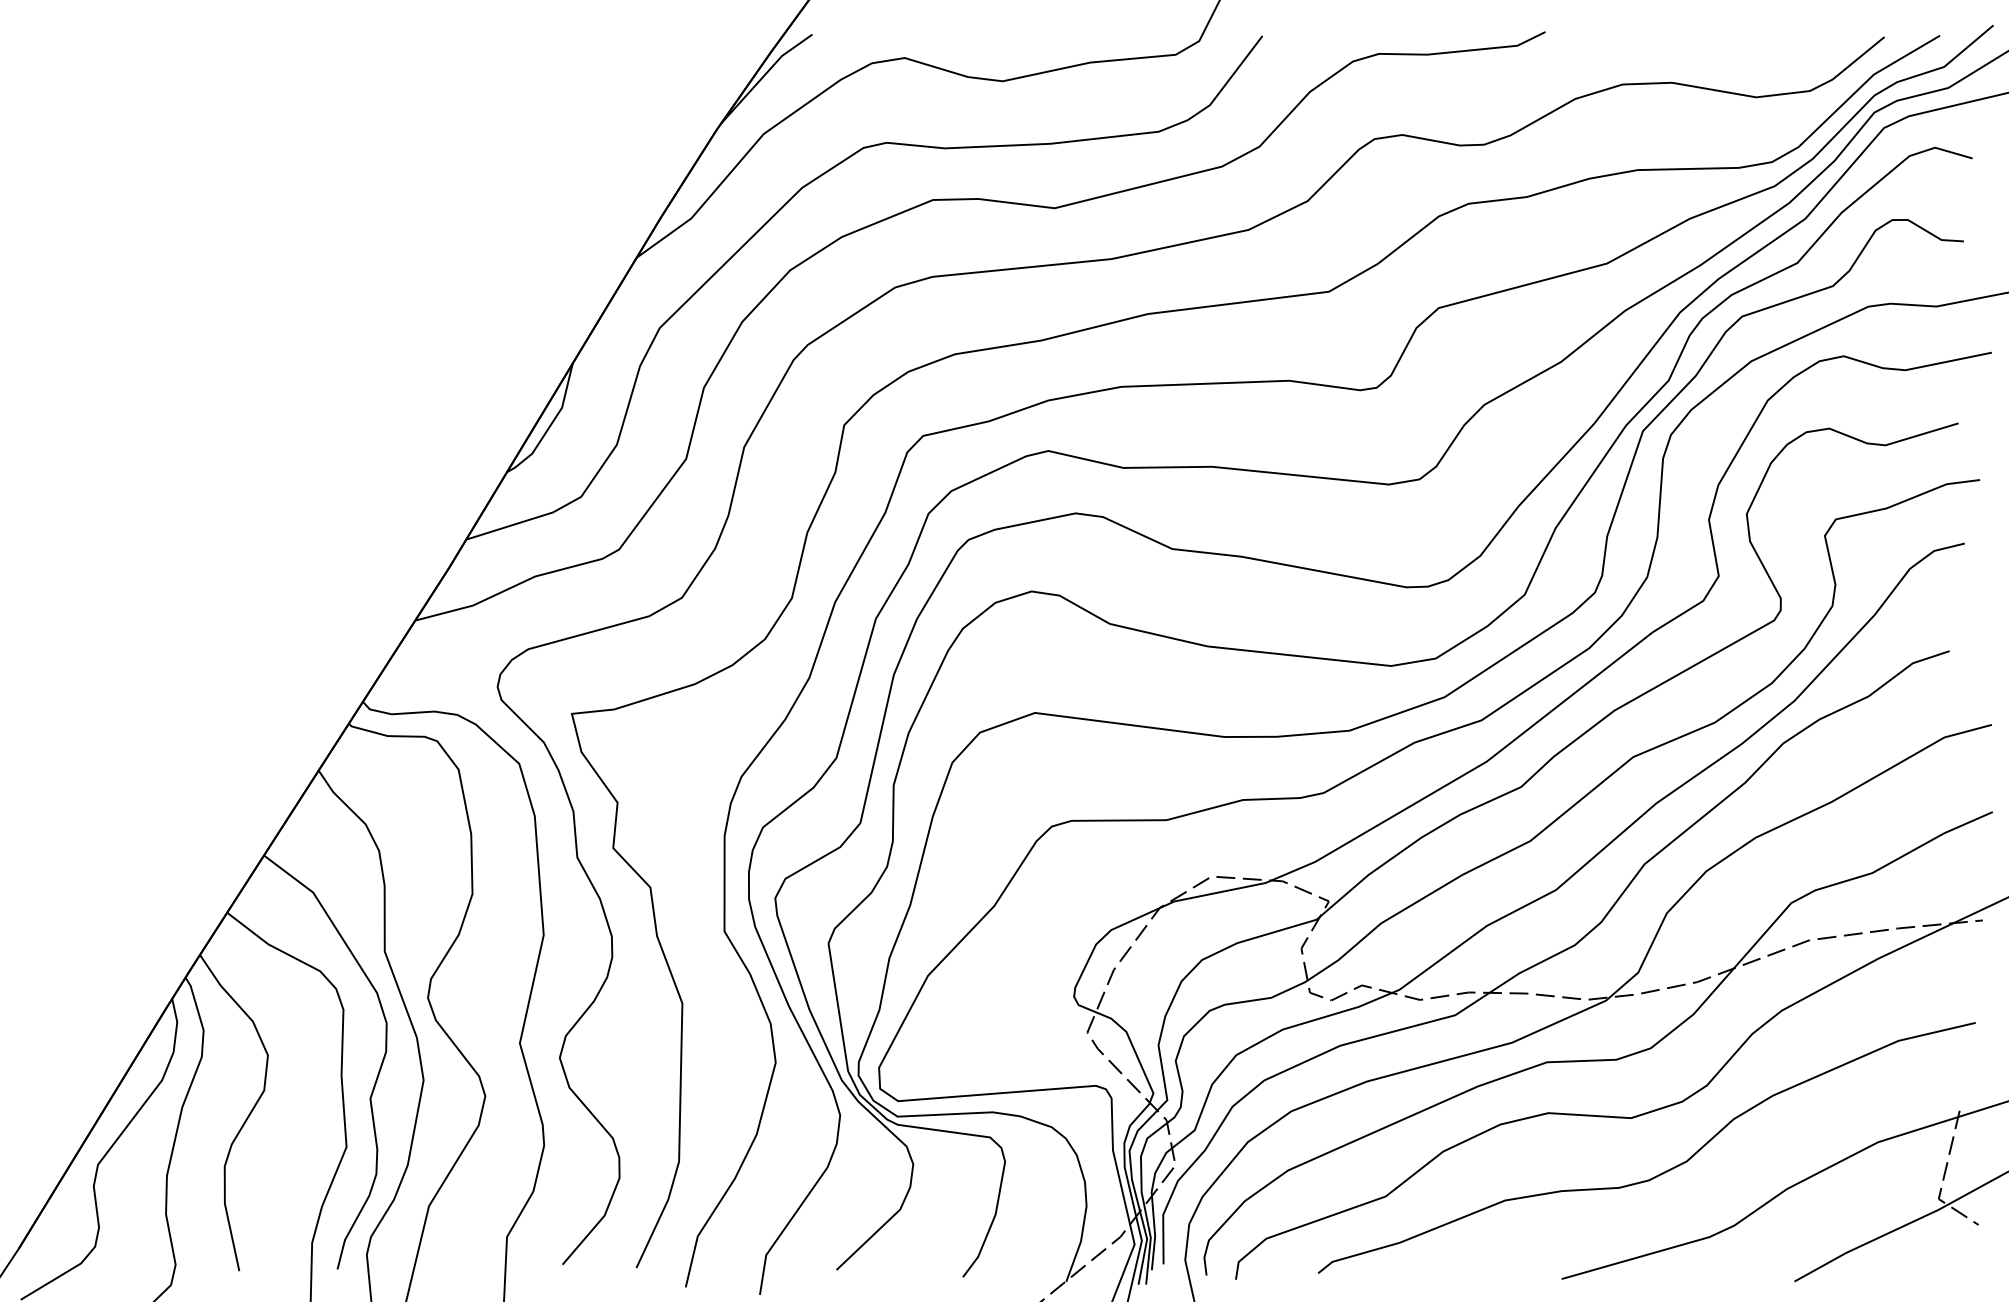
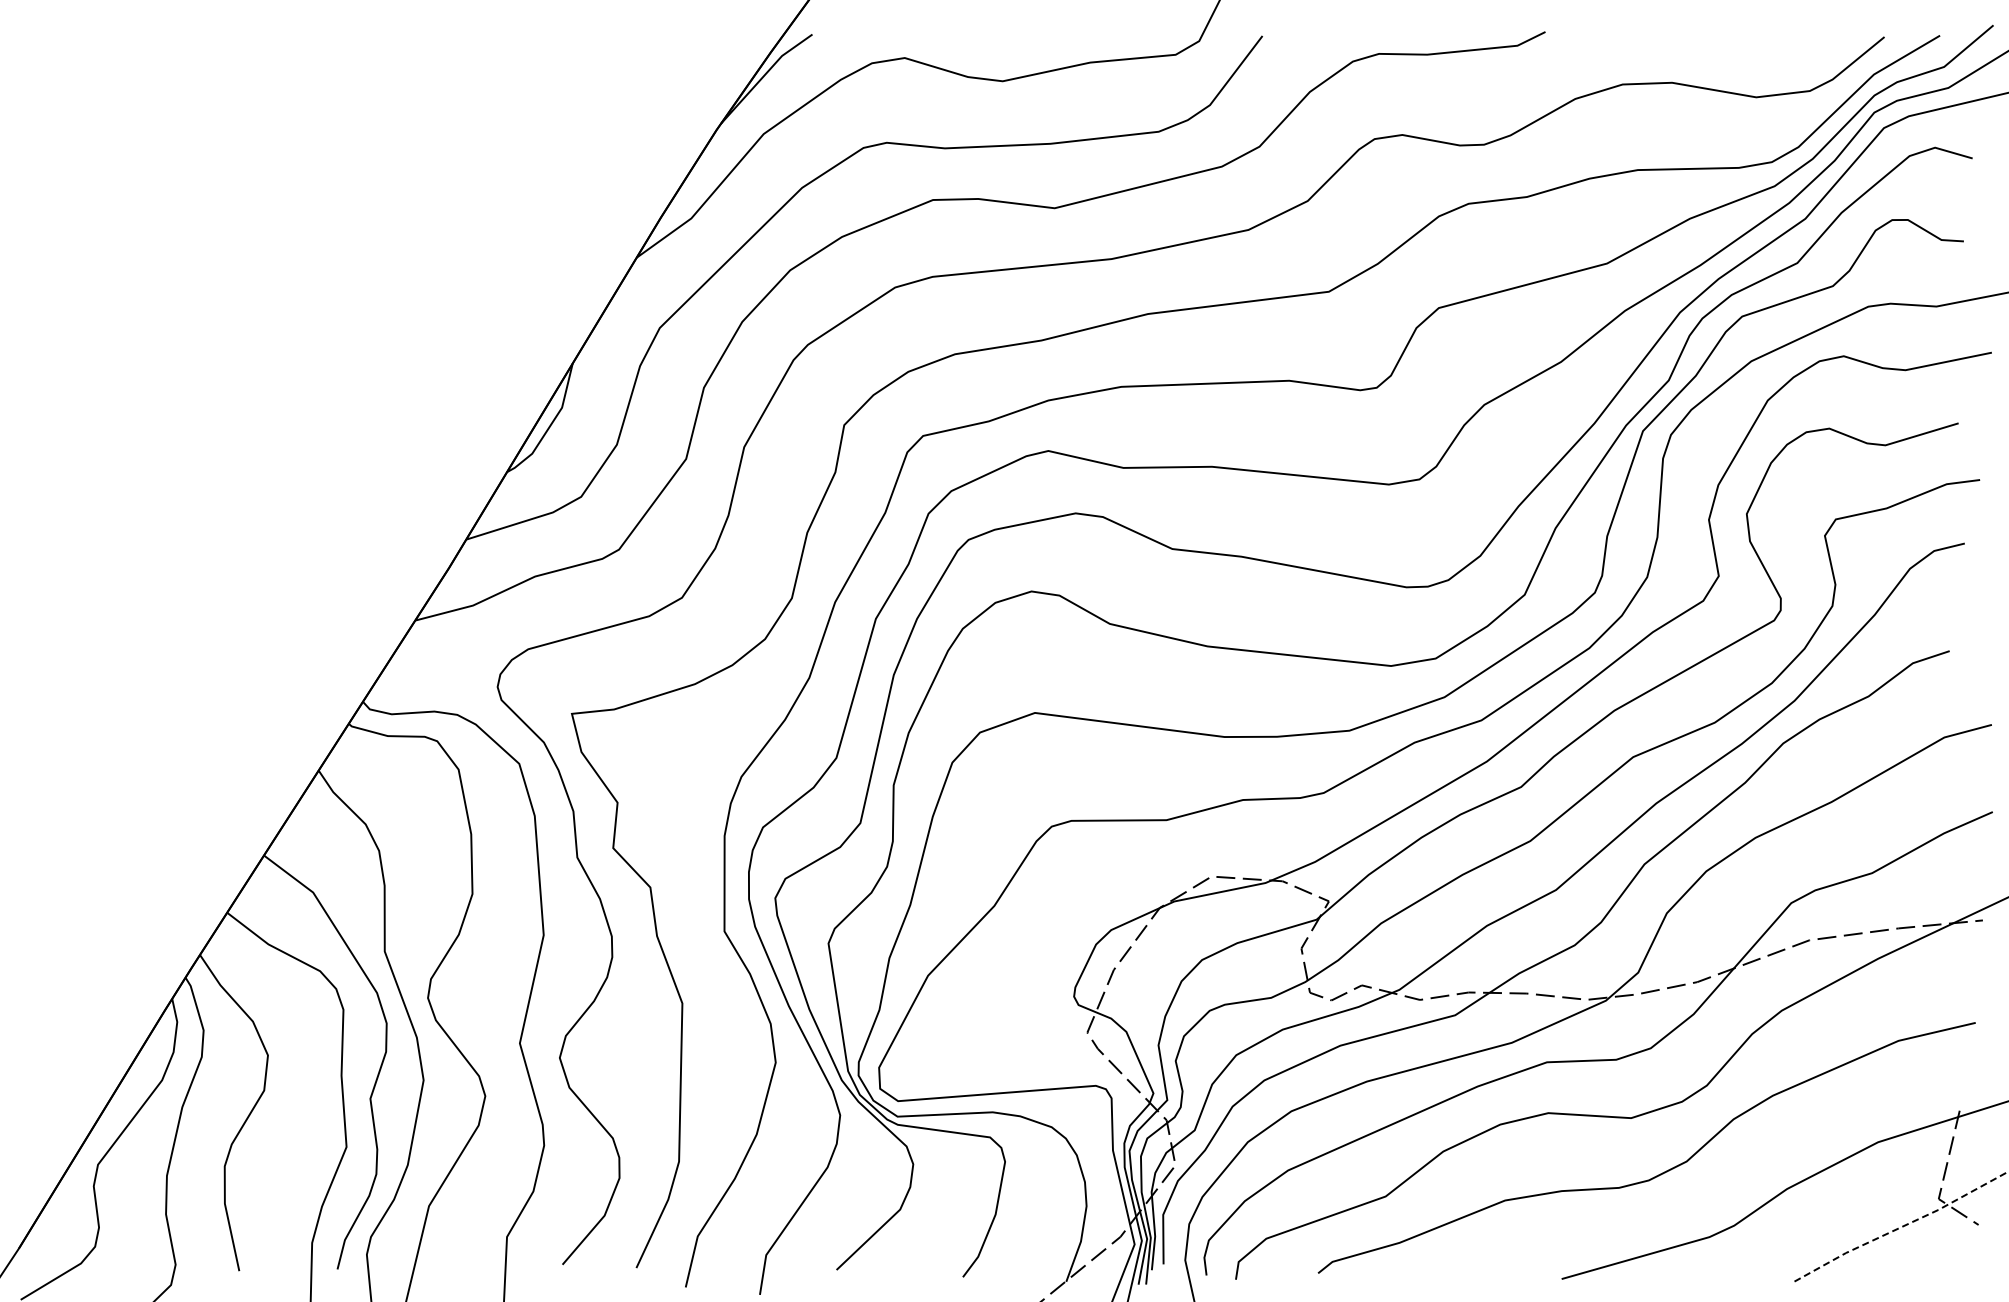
line at (1902, 1226): solid -> dashed
